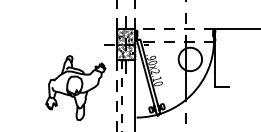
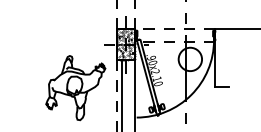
line at (121, 96): dashed -> solid
